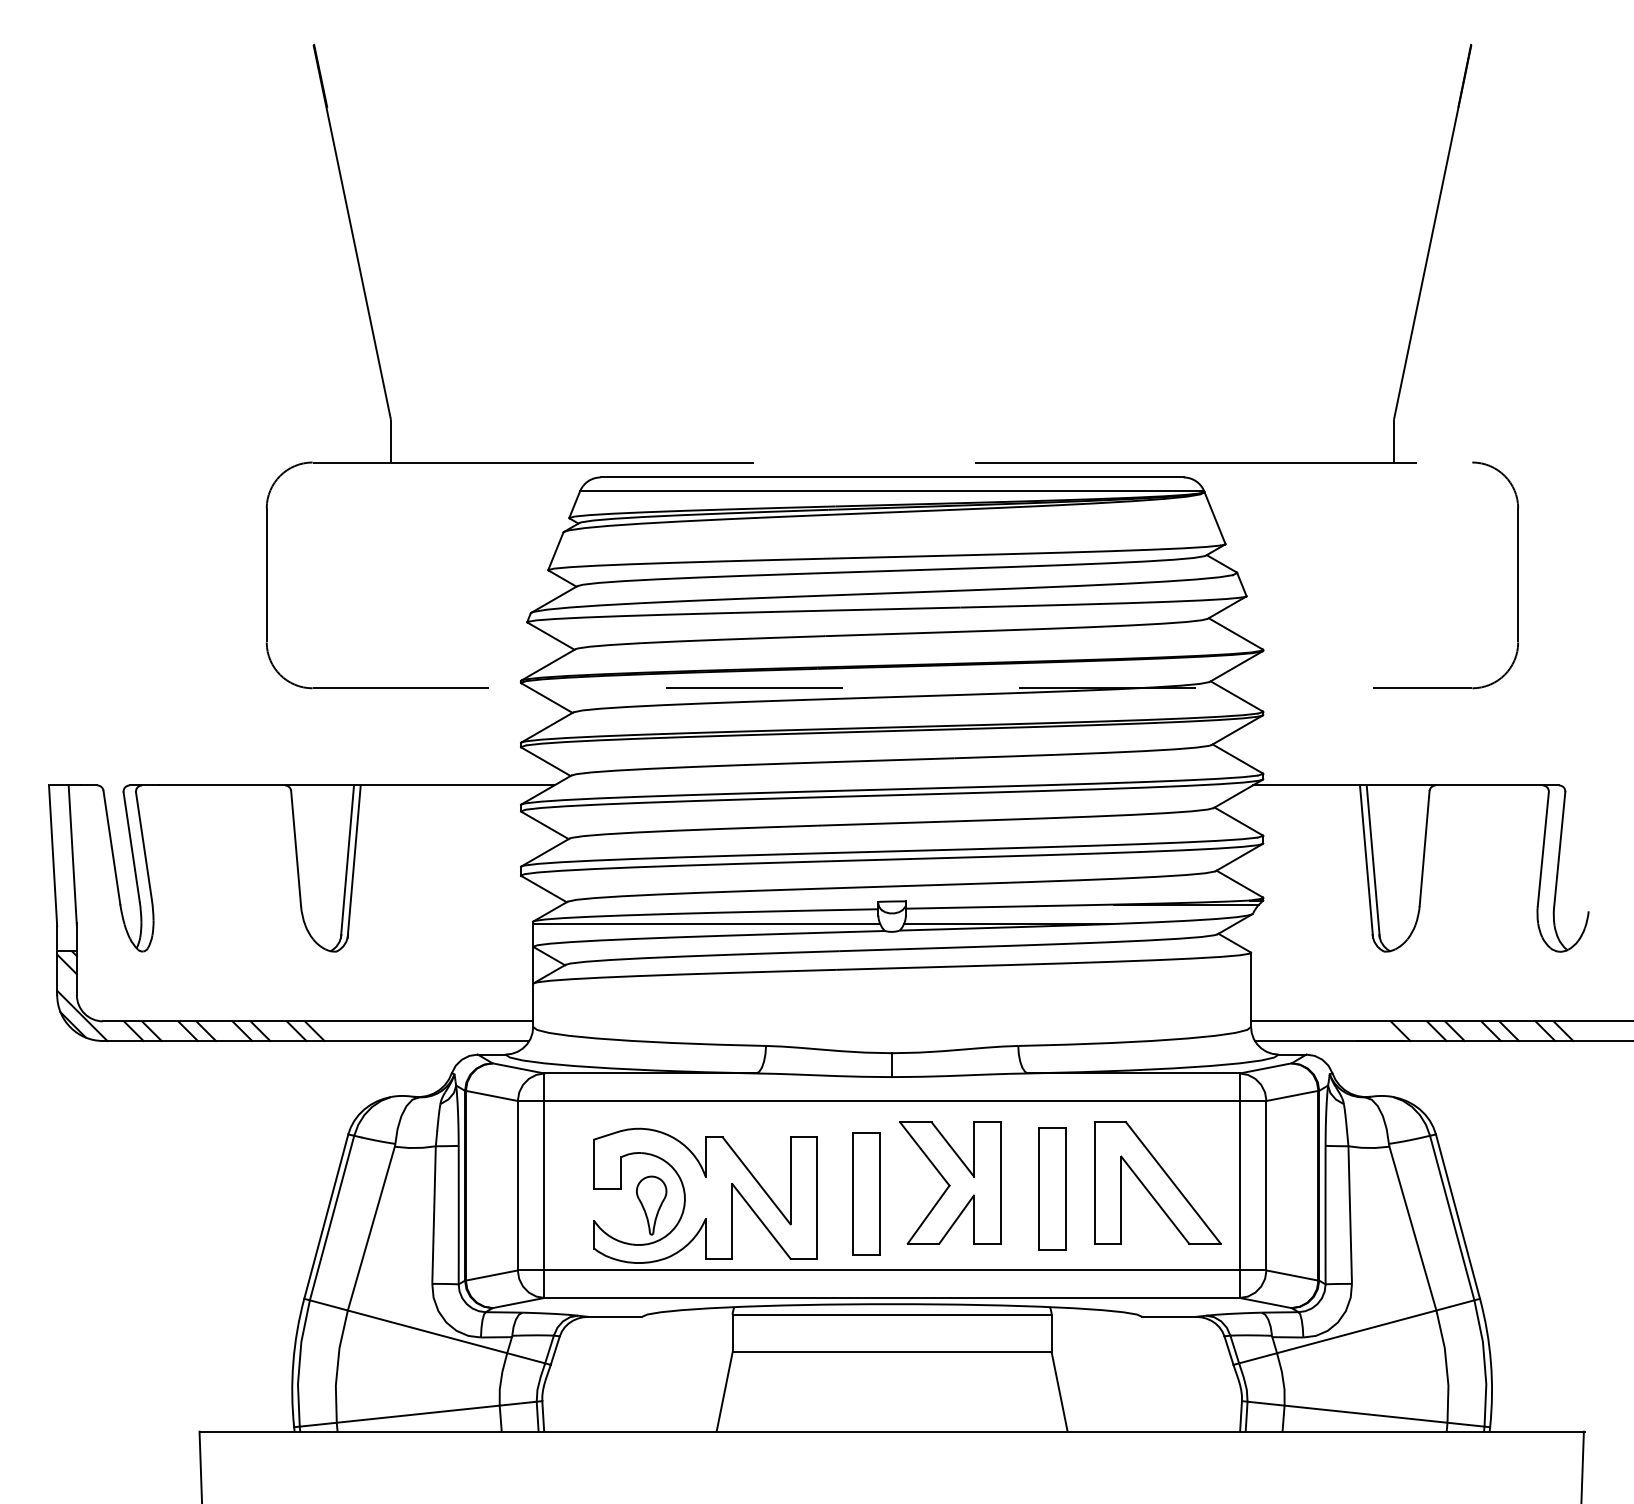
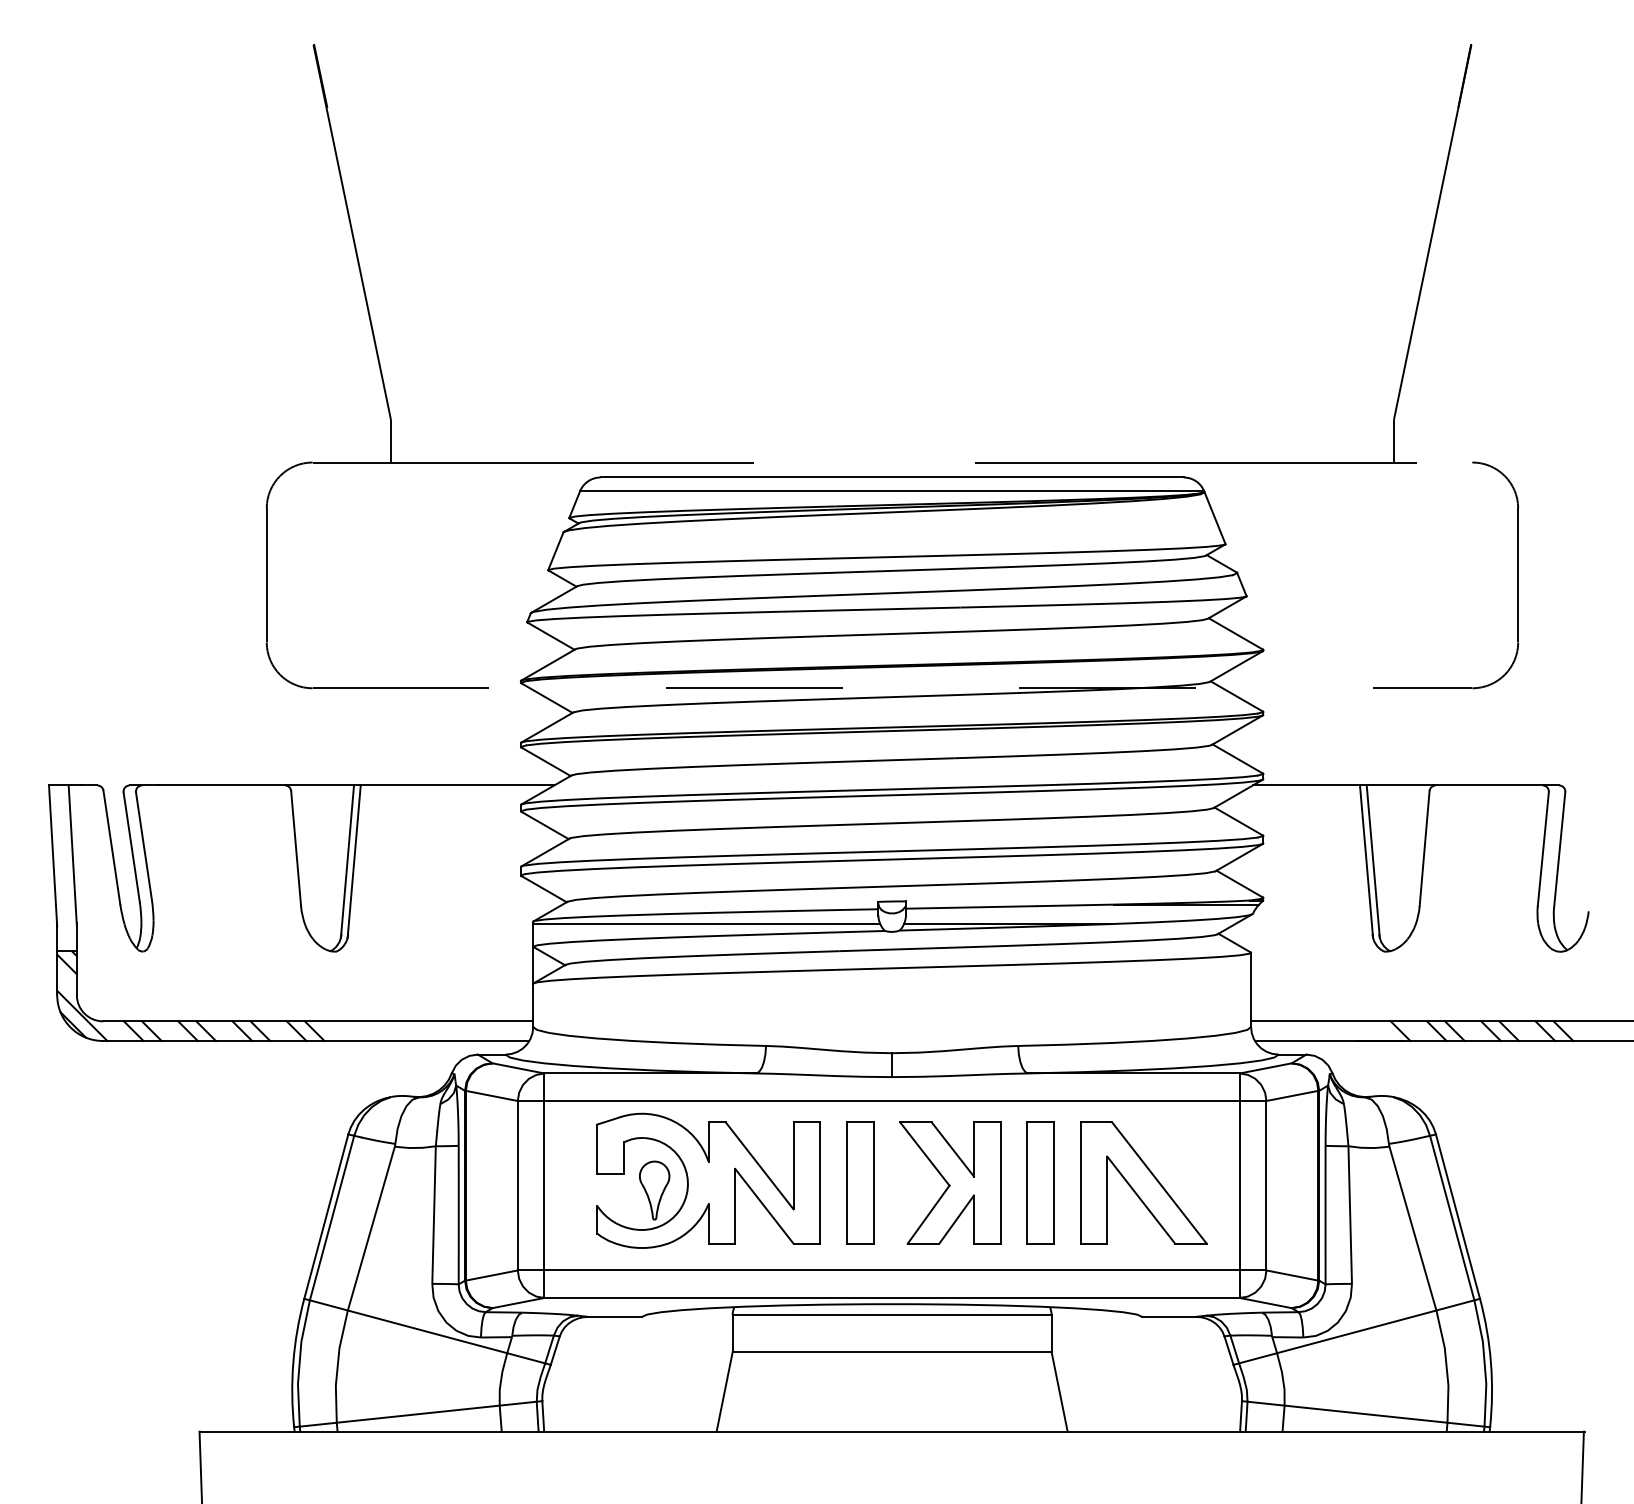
part at (1157, 1182) position: (1157, 1182) -> (1143, 1182)
part at (1052, 1188) position: (1052, 1188) -> (1040, 1182)
part at (866, 1193) position: (866, 1193) -> (860, 1182)
part at (705, 1195) position: (705, 1195) -> (708, 1180)
